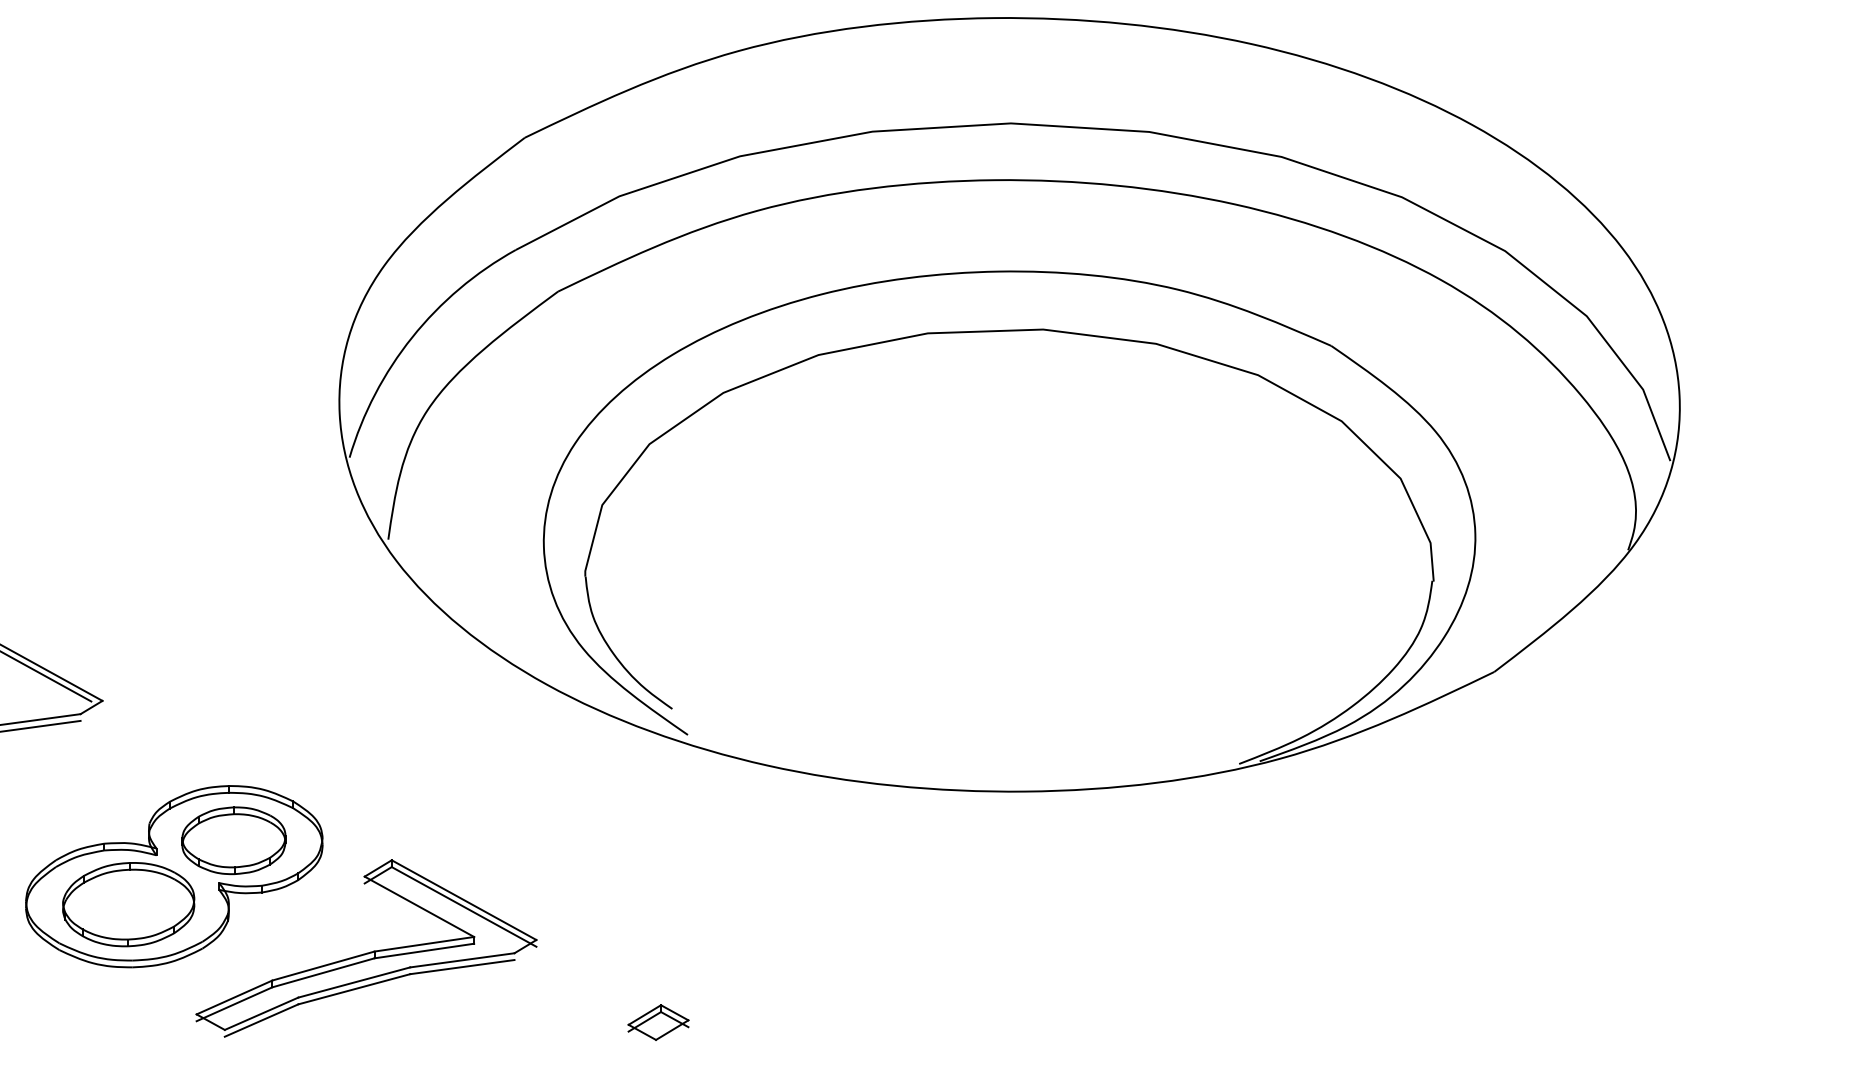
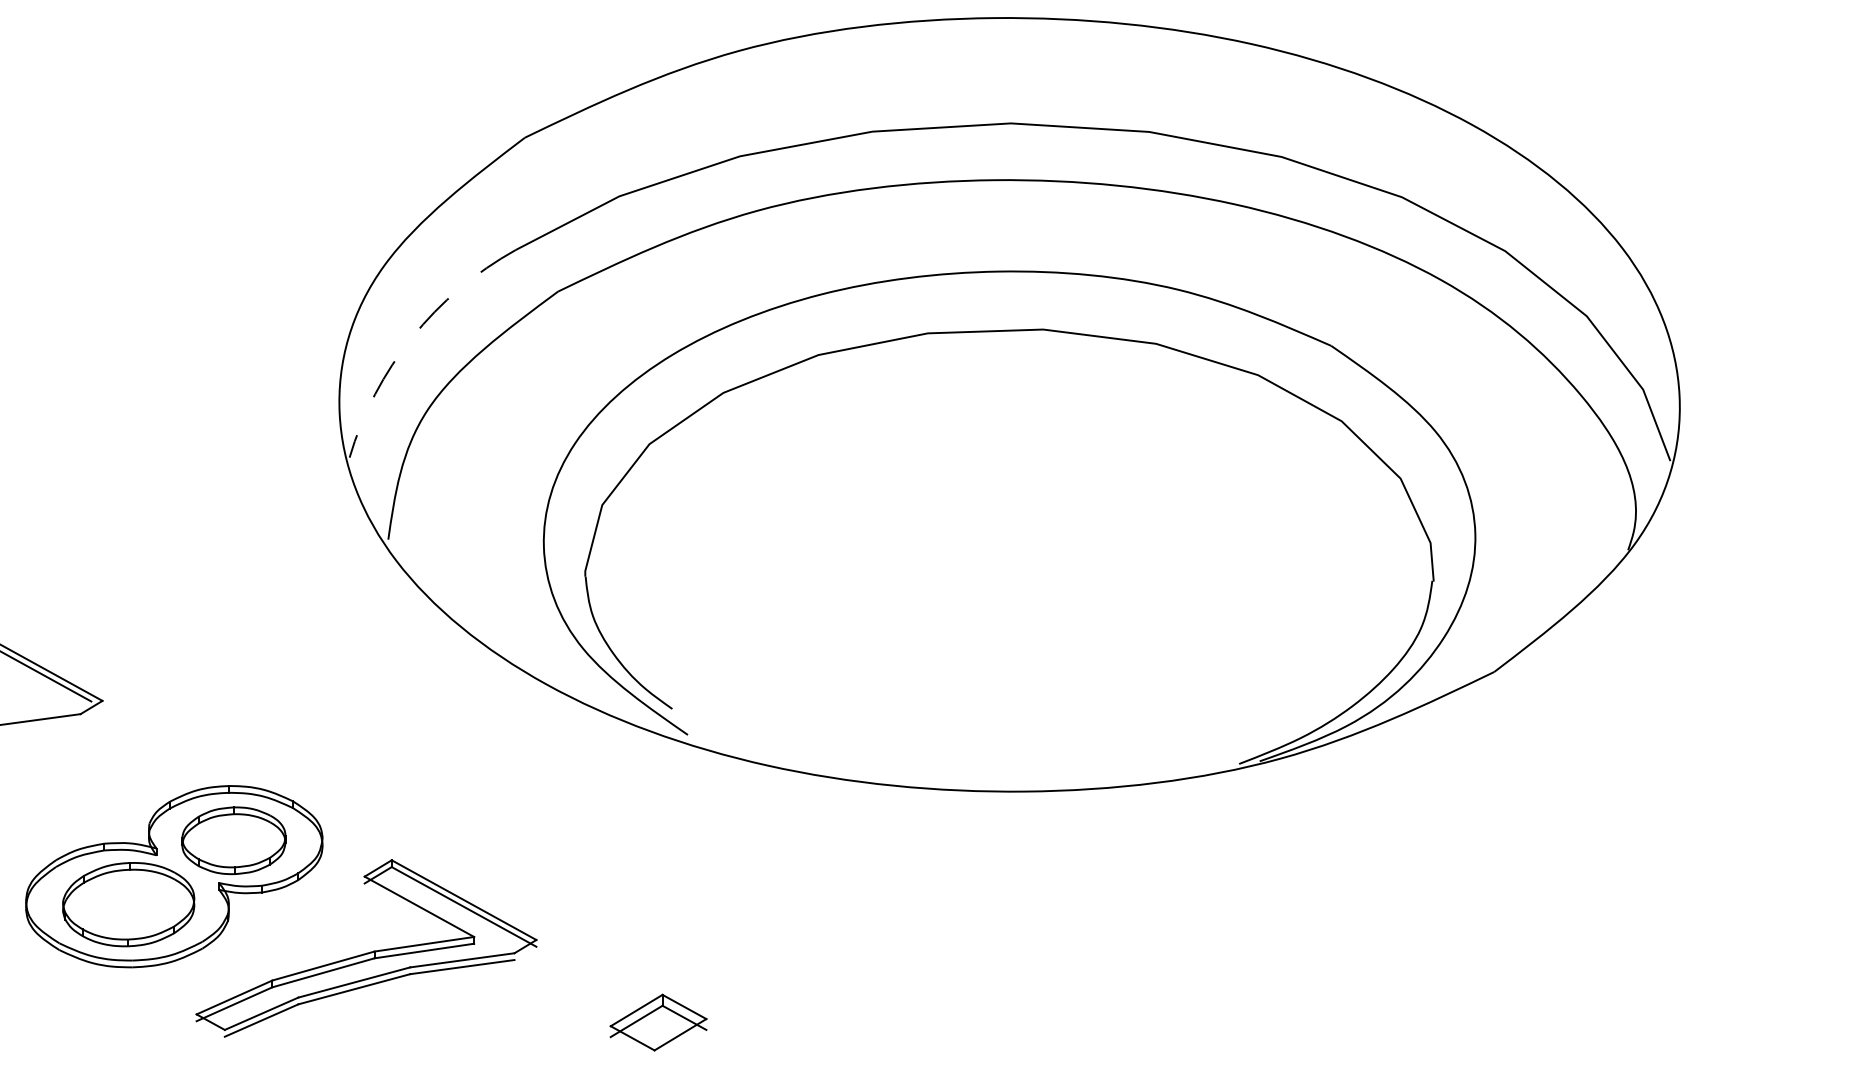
arc at (412, 337): solid -> dashed
line at (41, 725): present -> none
part at (658, 1022) size: 63x37 px -> 99x59 px
